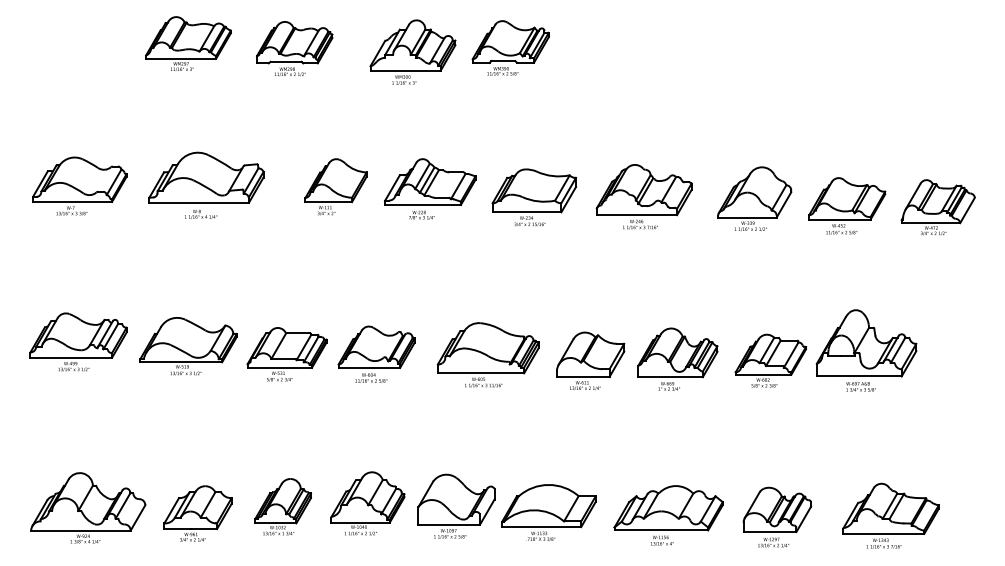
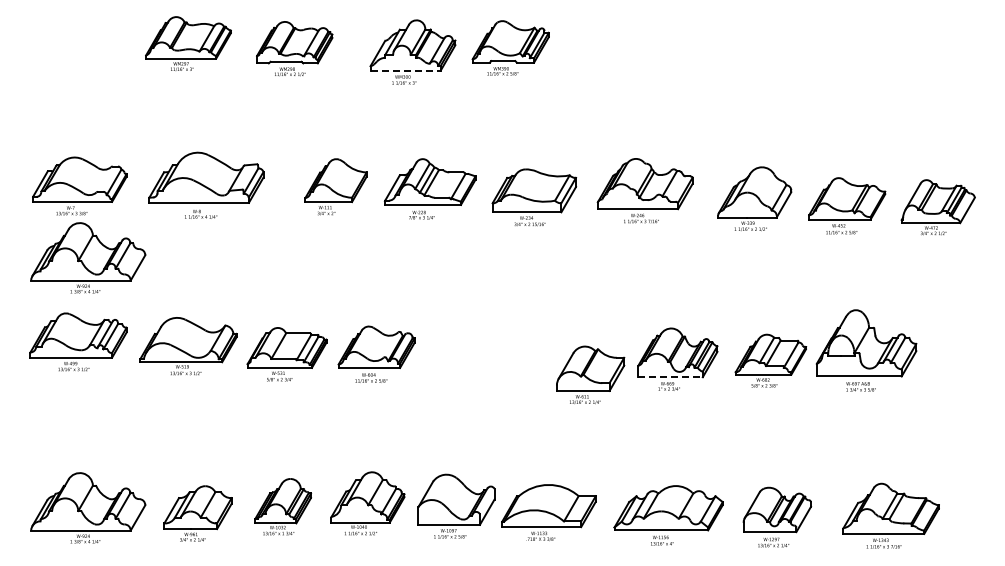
line at (406, 70): solid -> dashed
part at (643, 196) position: (643, 196) -> (644, 190)
part at (88, 257): none -> present
part at (487, 354): present -> none
part at (590, 360) position: (590, 360) -> (590, 374)
line at (671, 377): solid -> dashed
